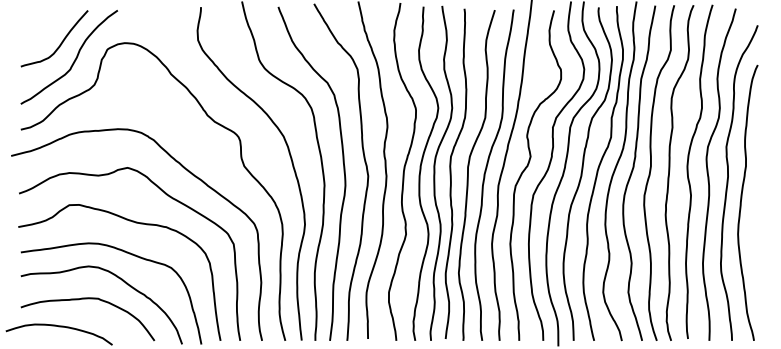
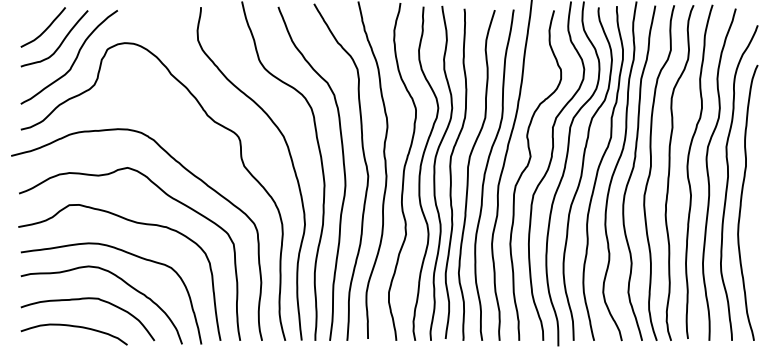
curve at (45, 28): none -> present
curve at (58, 327) position: (58, 327) -> (73, 327)
